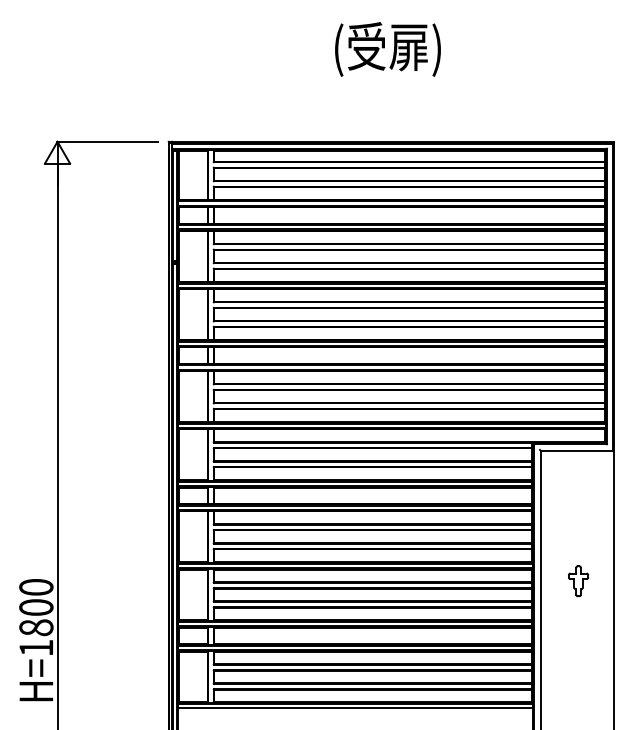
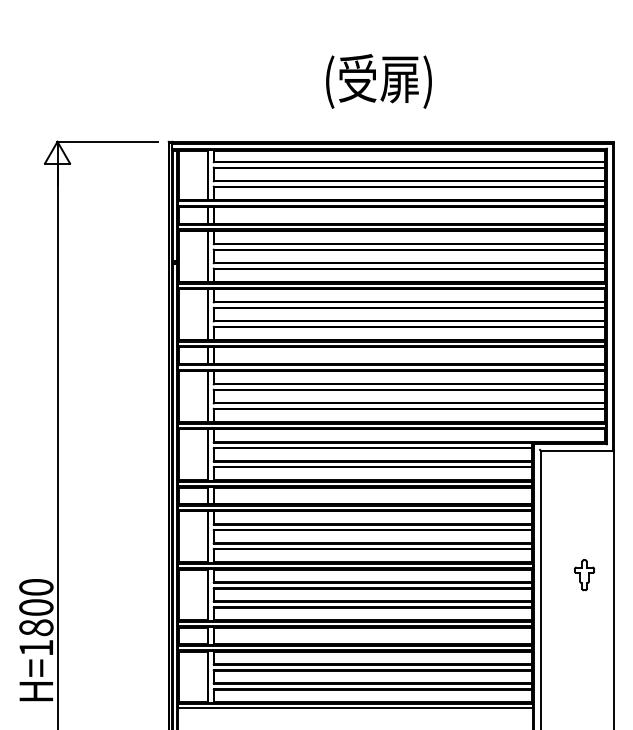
text at (387, 49) position: (387, 49) -> (378, 81)
part at (578, 581) position: (578, 581) -> (584, 575)
